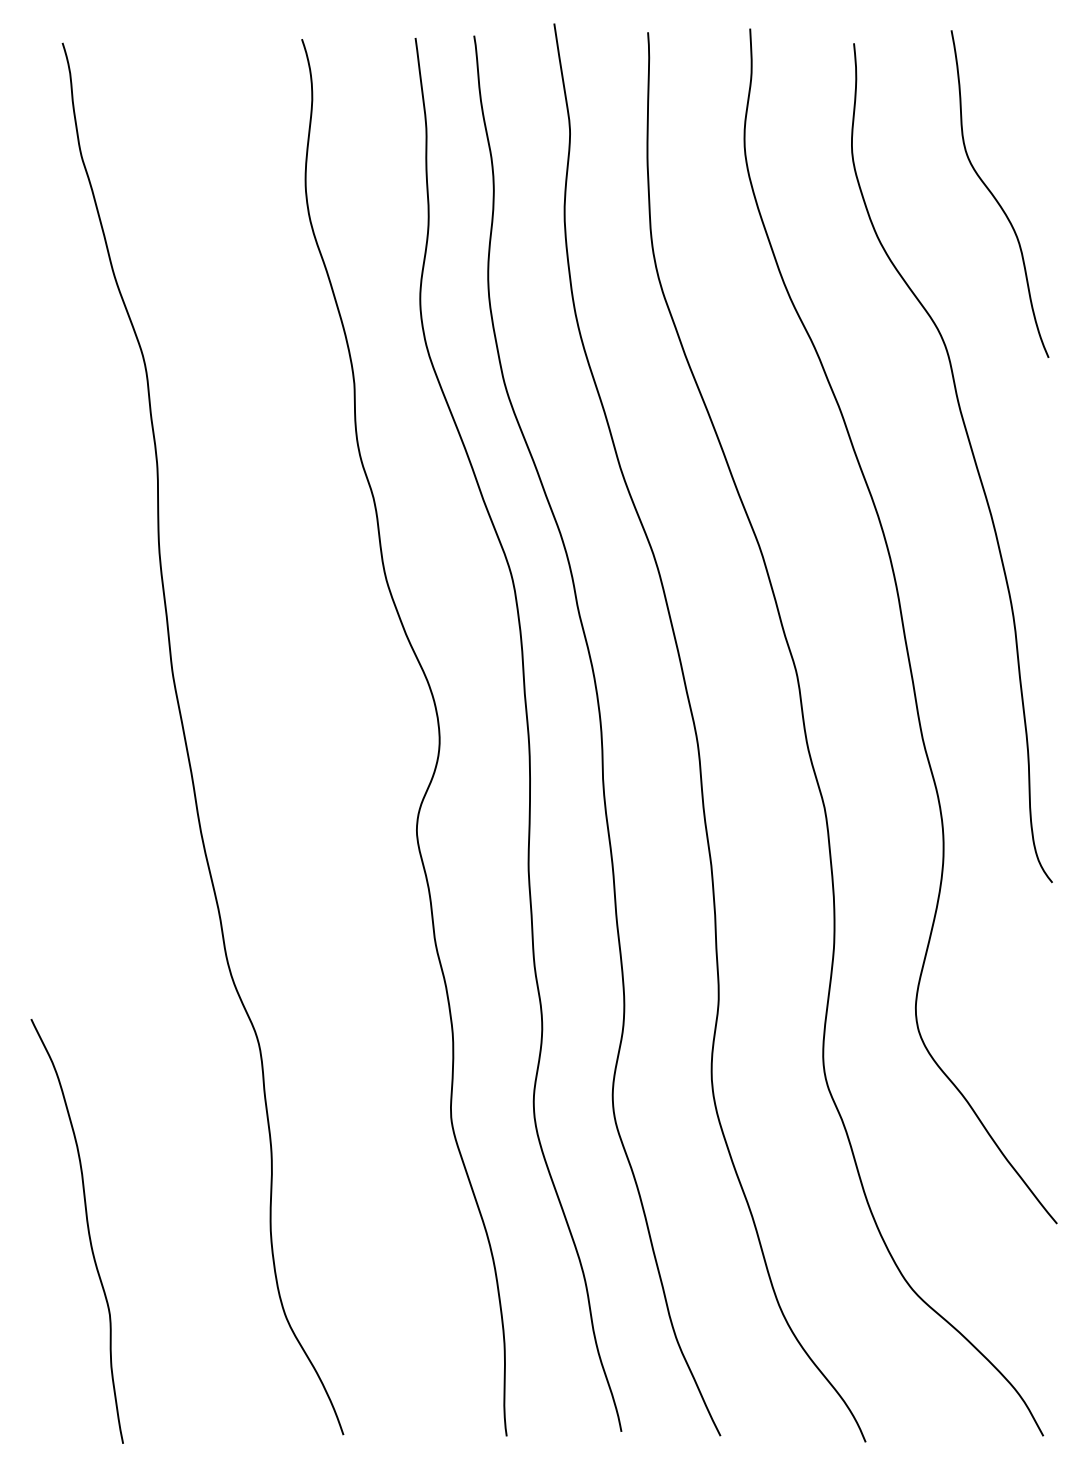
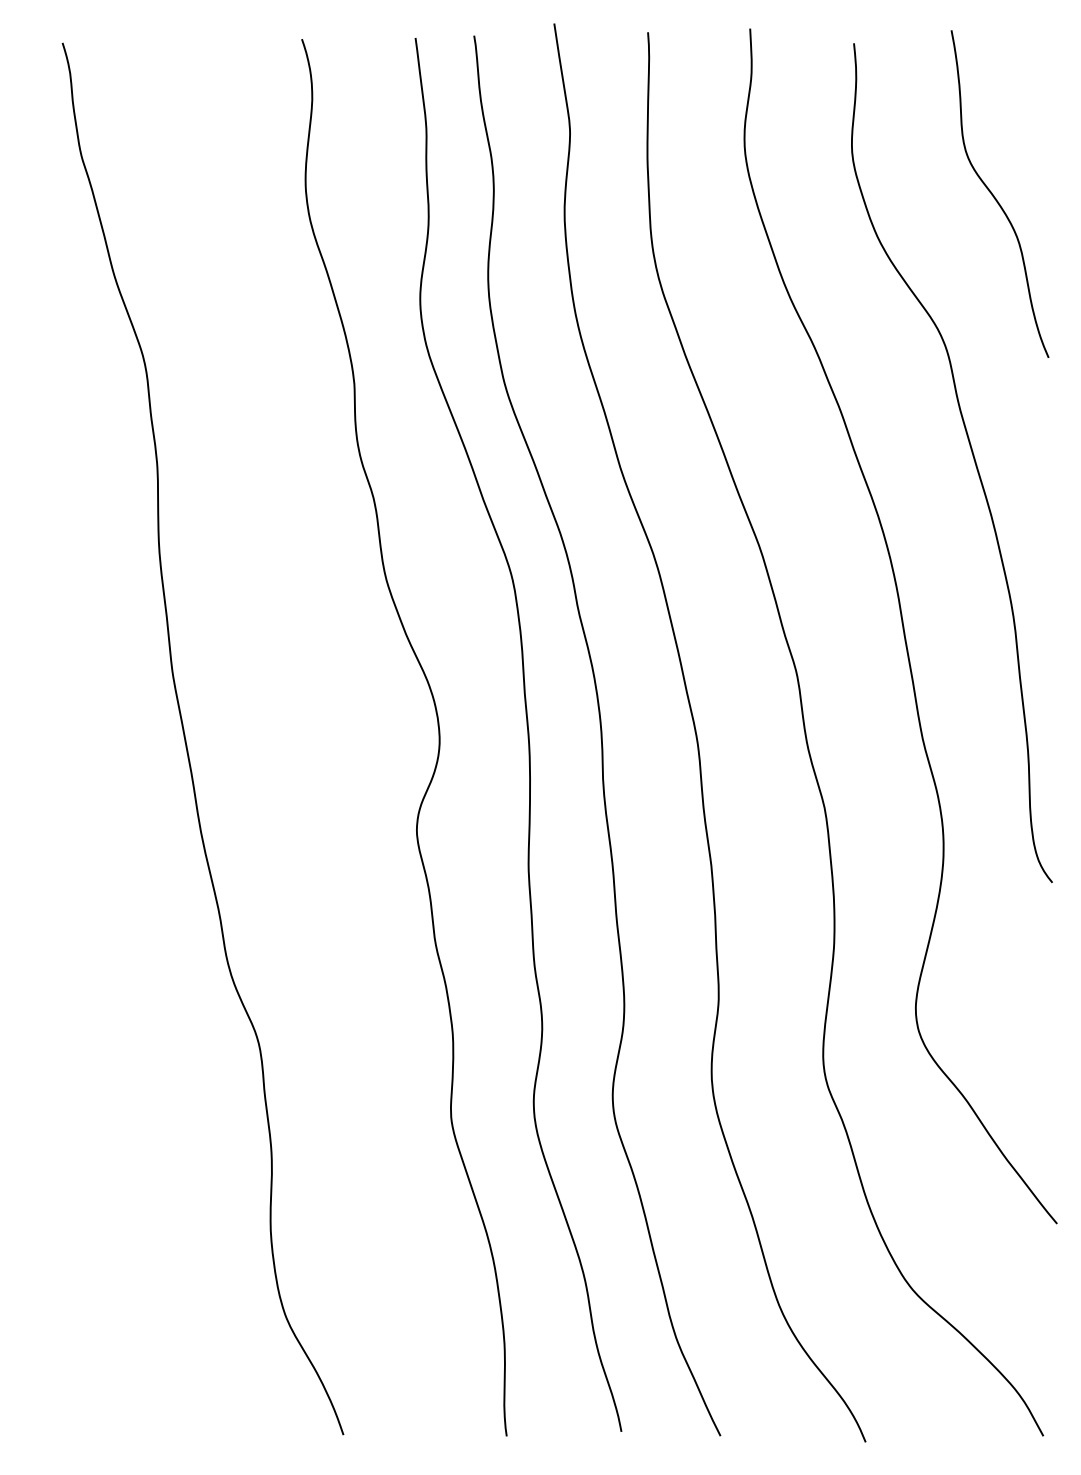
curve at (87, 1230): present -> none
